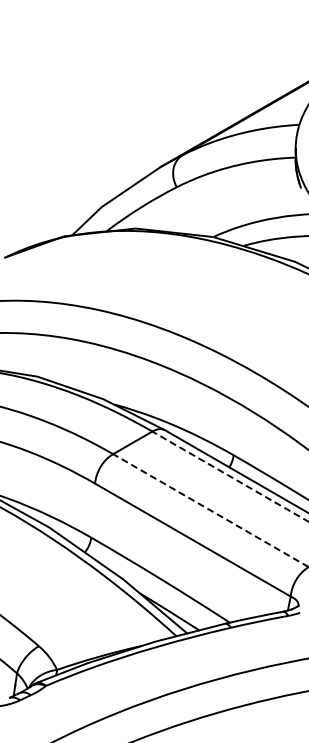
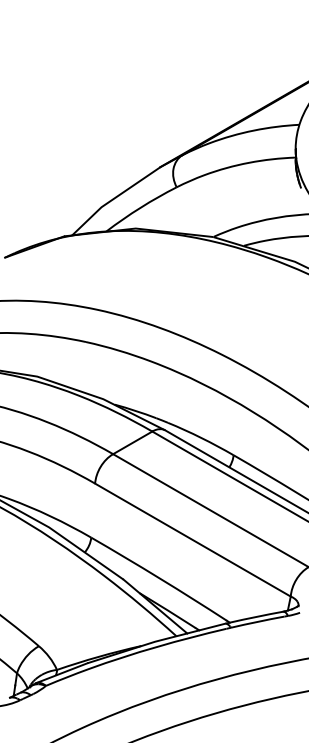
line at (230, 476): dashed -> solid
line at (210, 510): dashed -> solid
